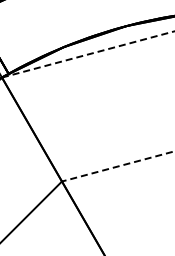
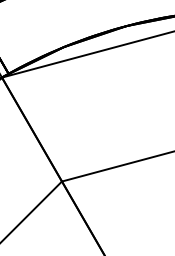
line at (88, 54): dashed -> solid
line at (117, 166): dashed -> solid
